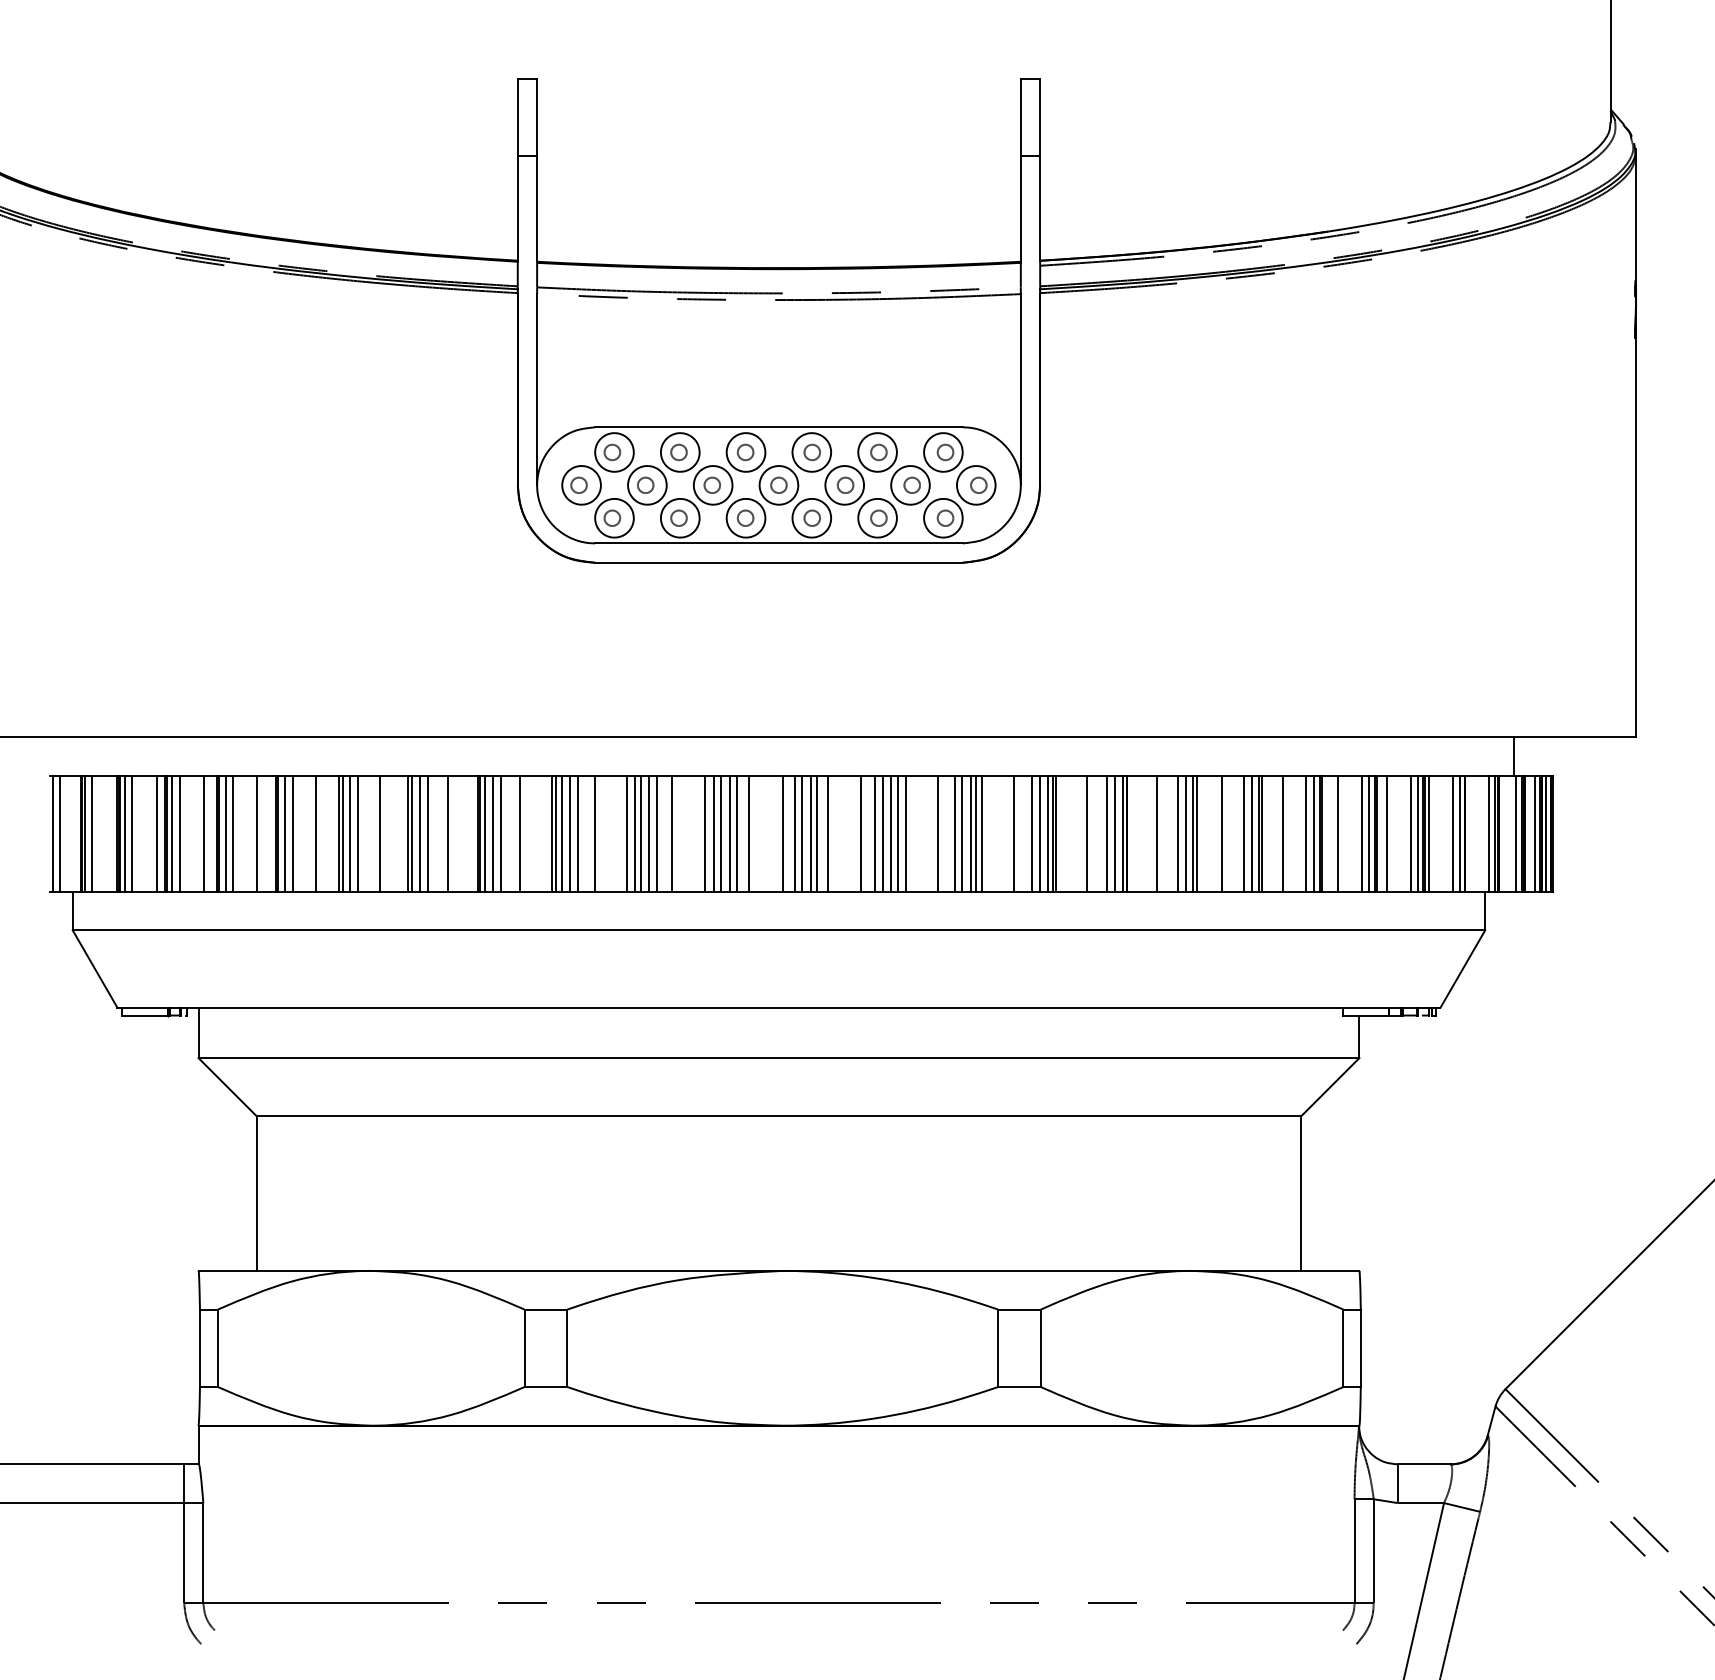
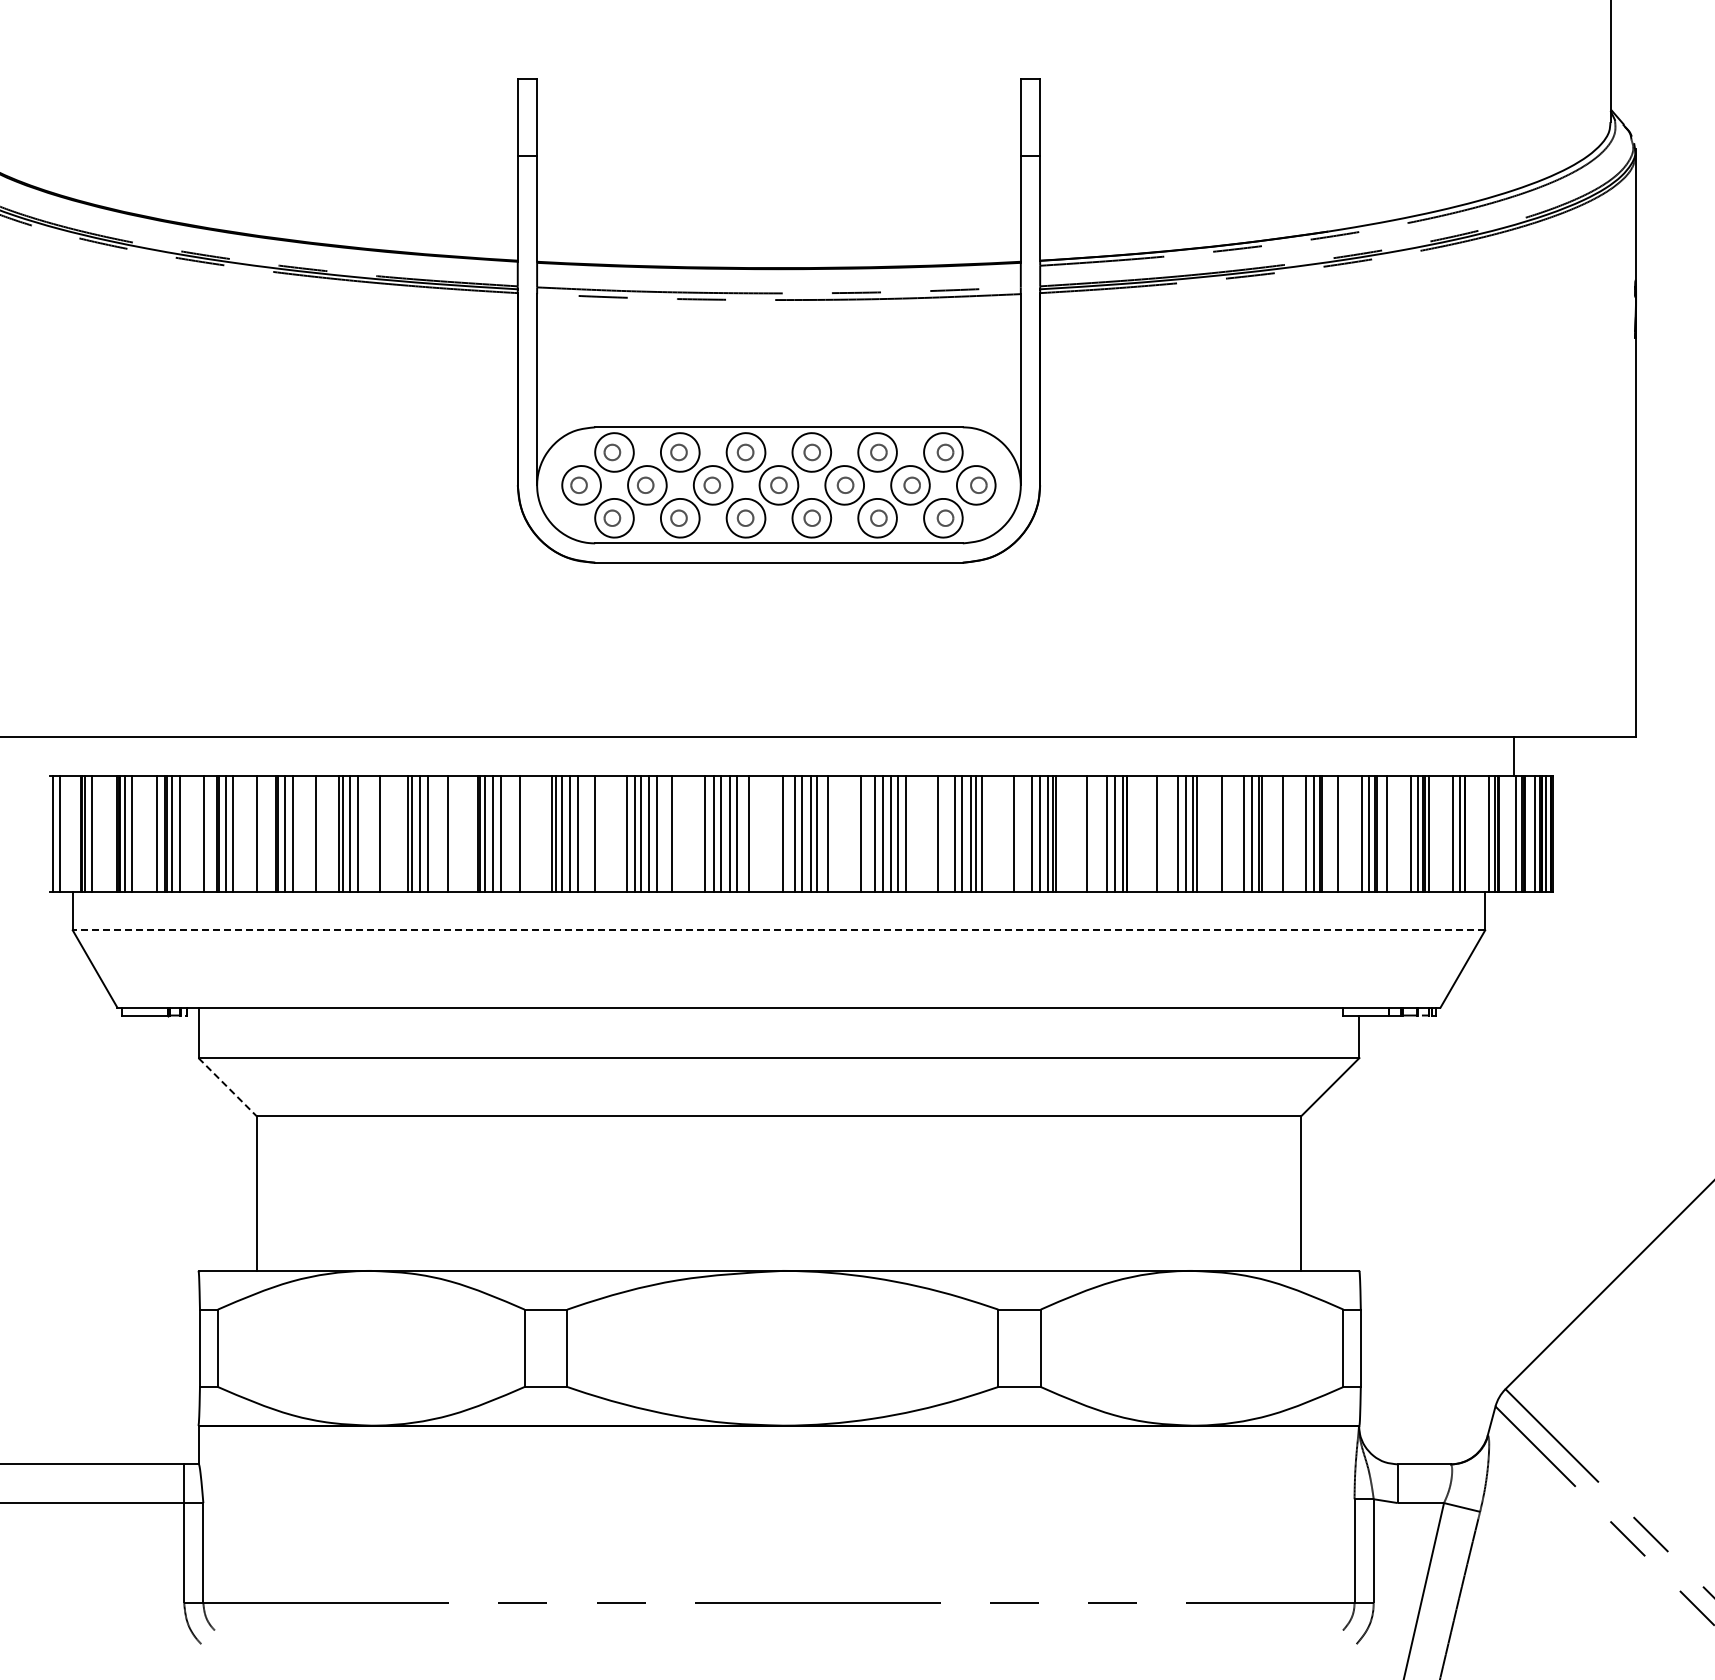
line at (778, 930): solid -> dashed
line at (227, 1087): solid -> dashed
